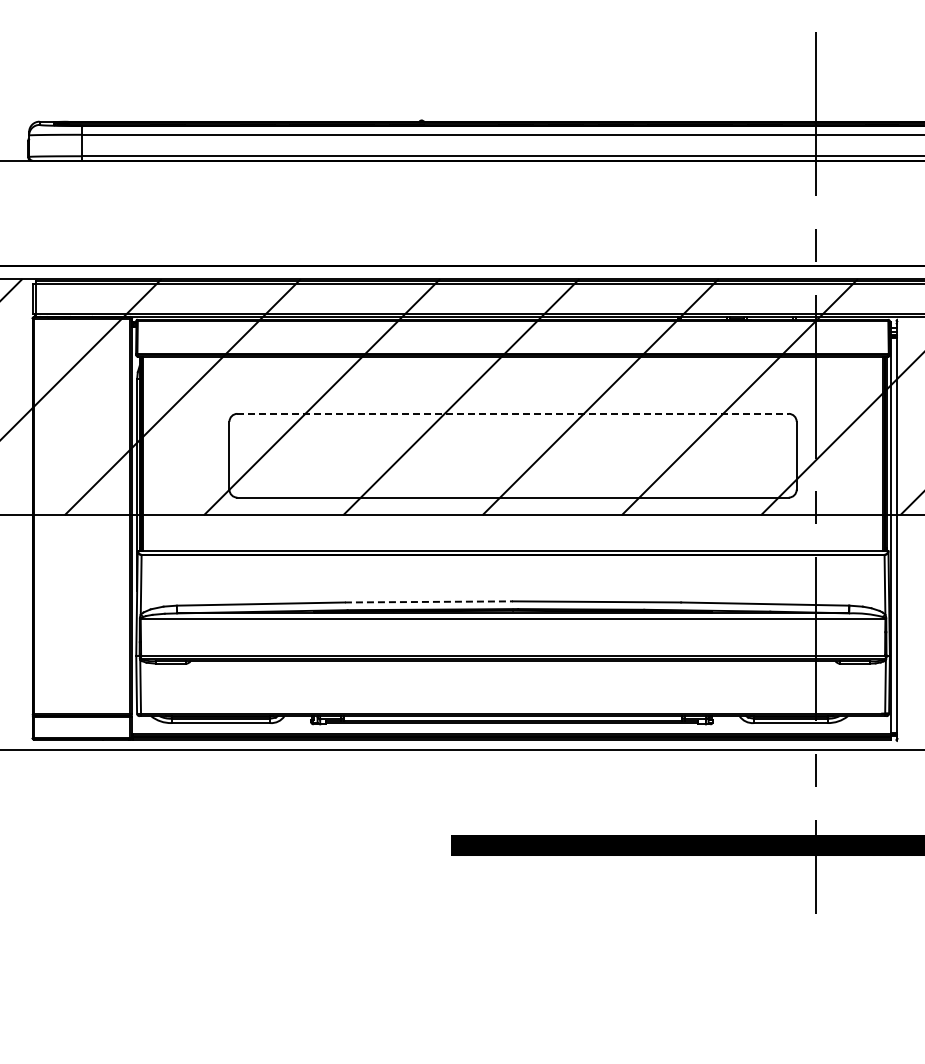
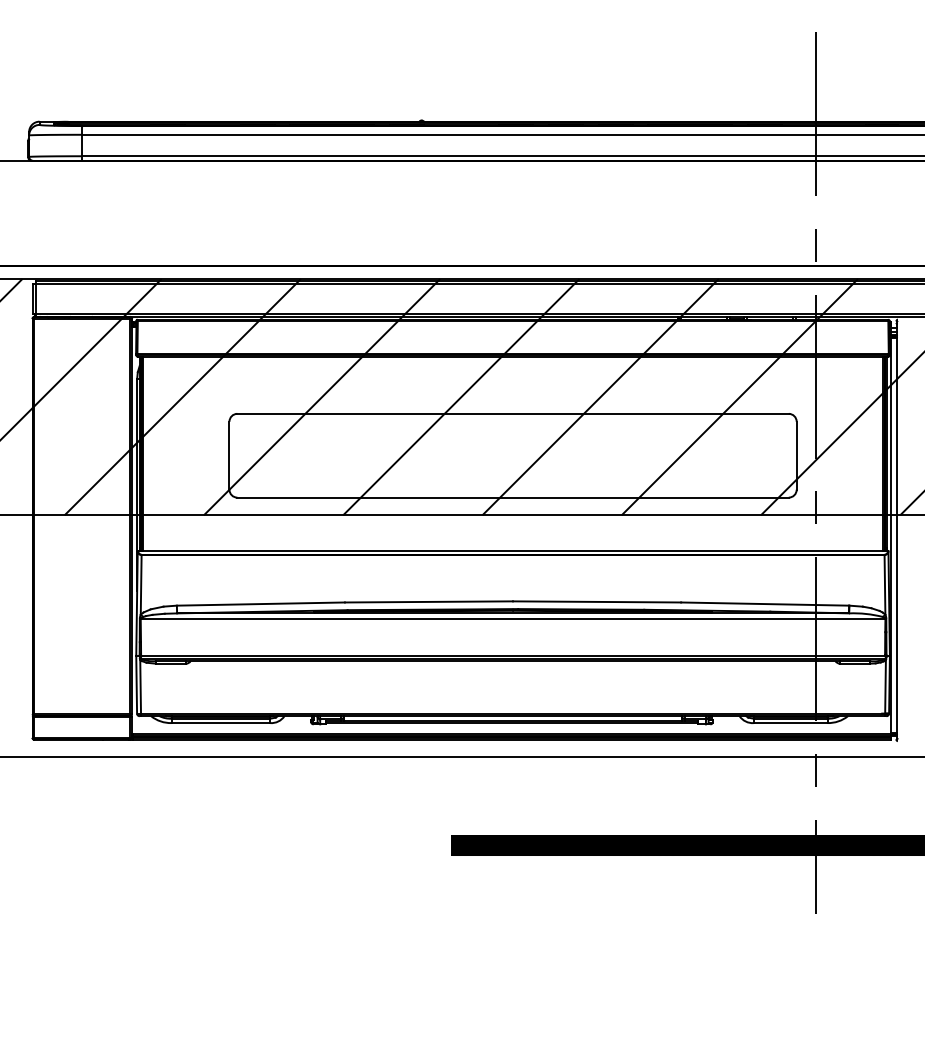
line at (513, 413): dashed -> solid
line at (429, 601): dashed -> solid
line at (461, 749) position: (461, 749) -> (461, 756)
